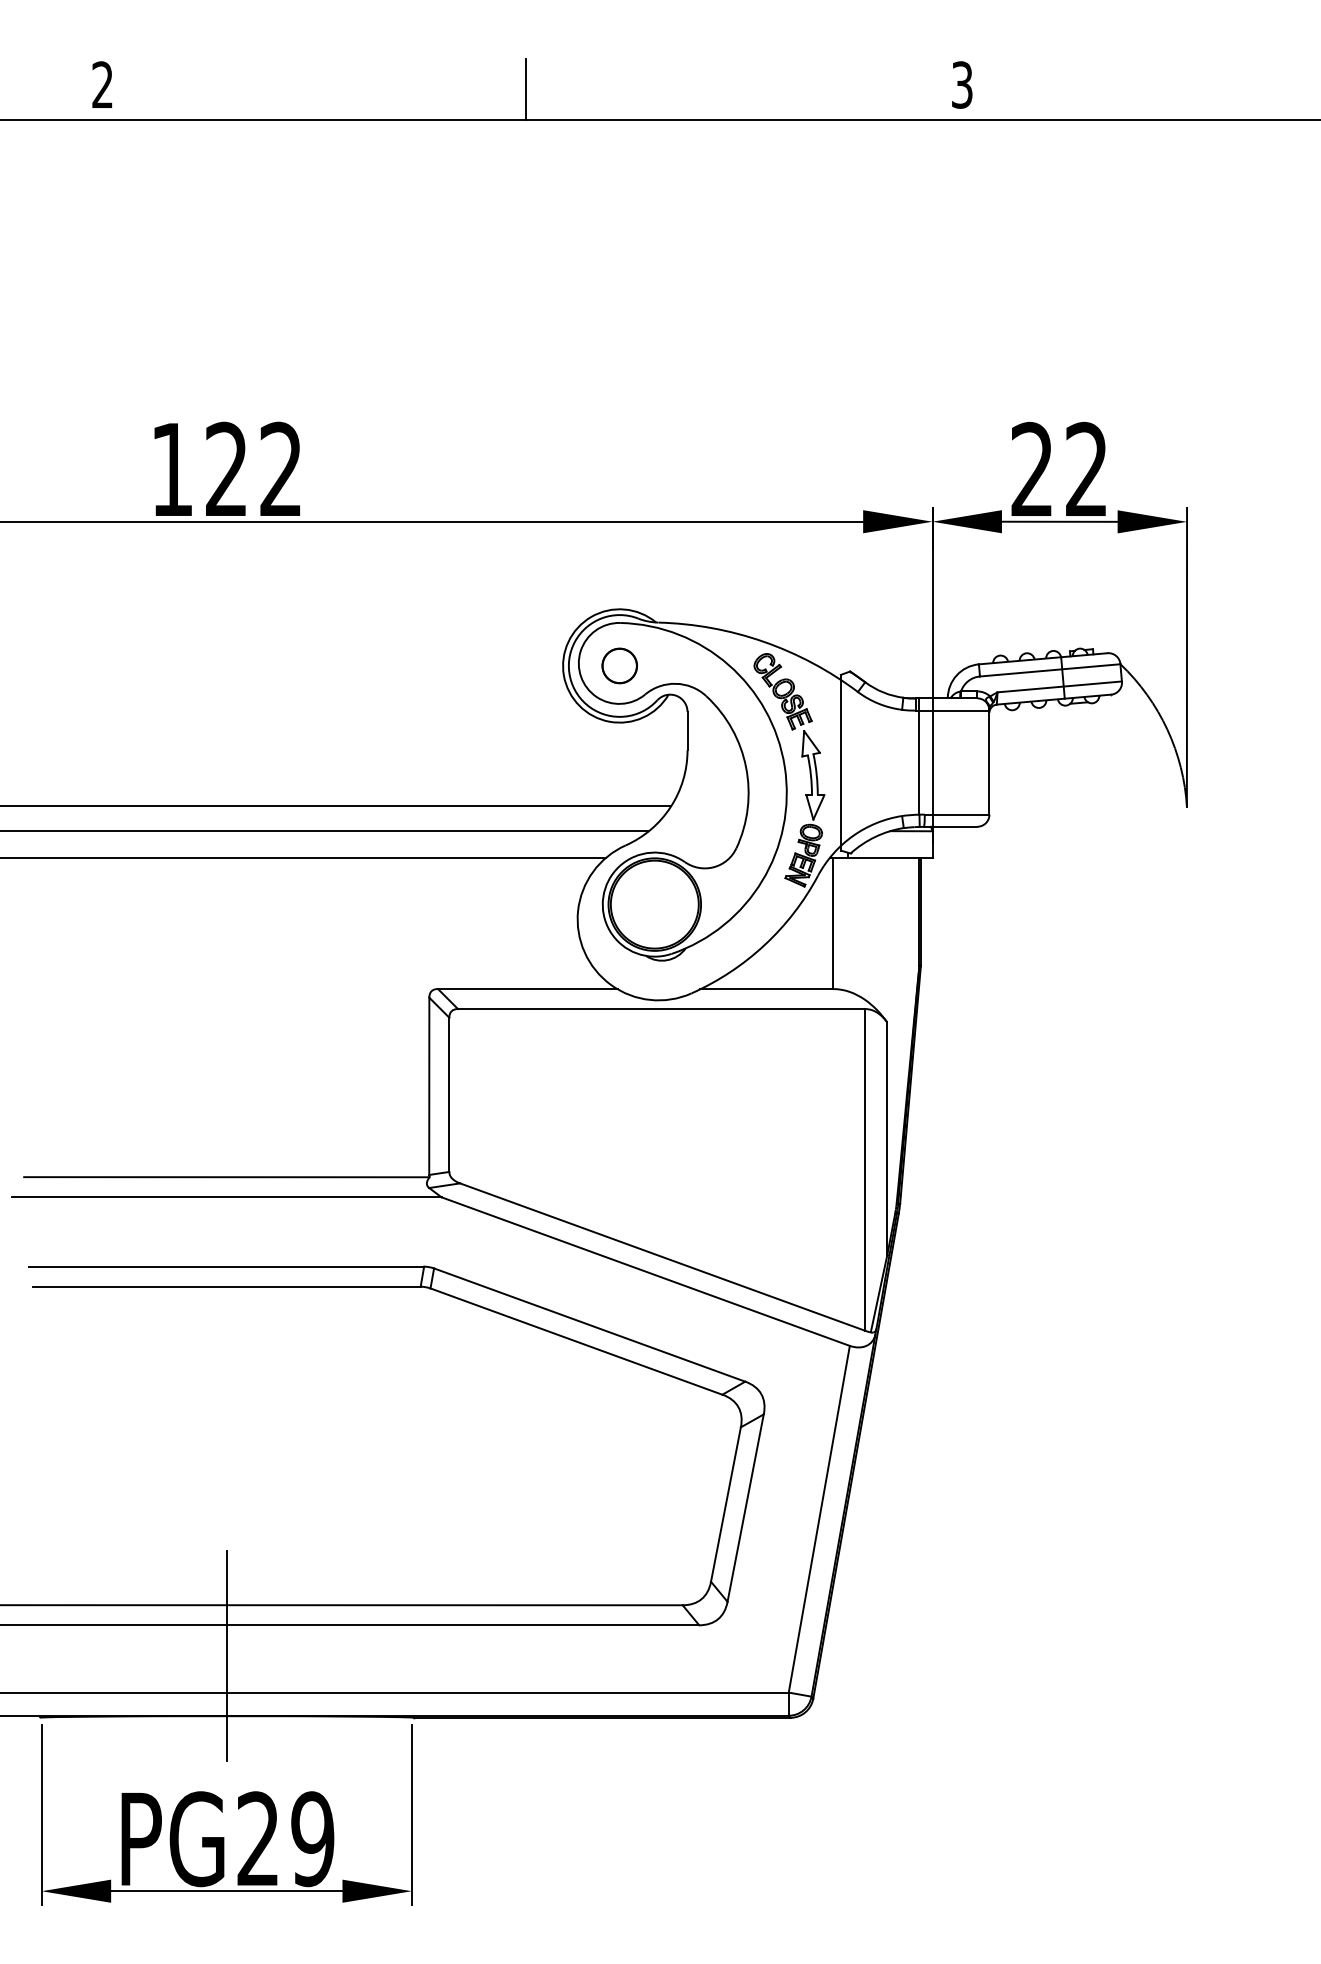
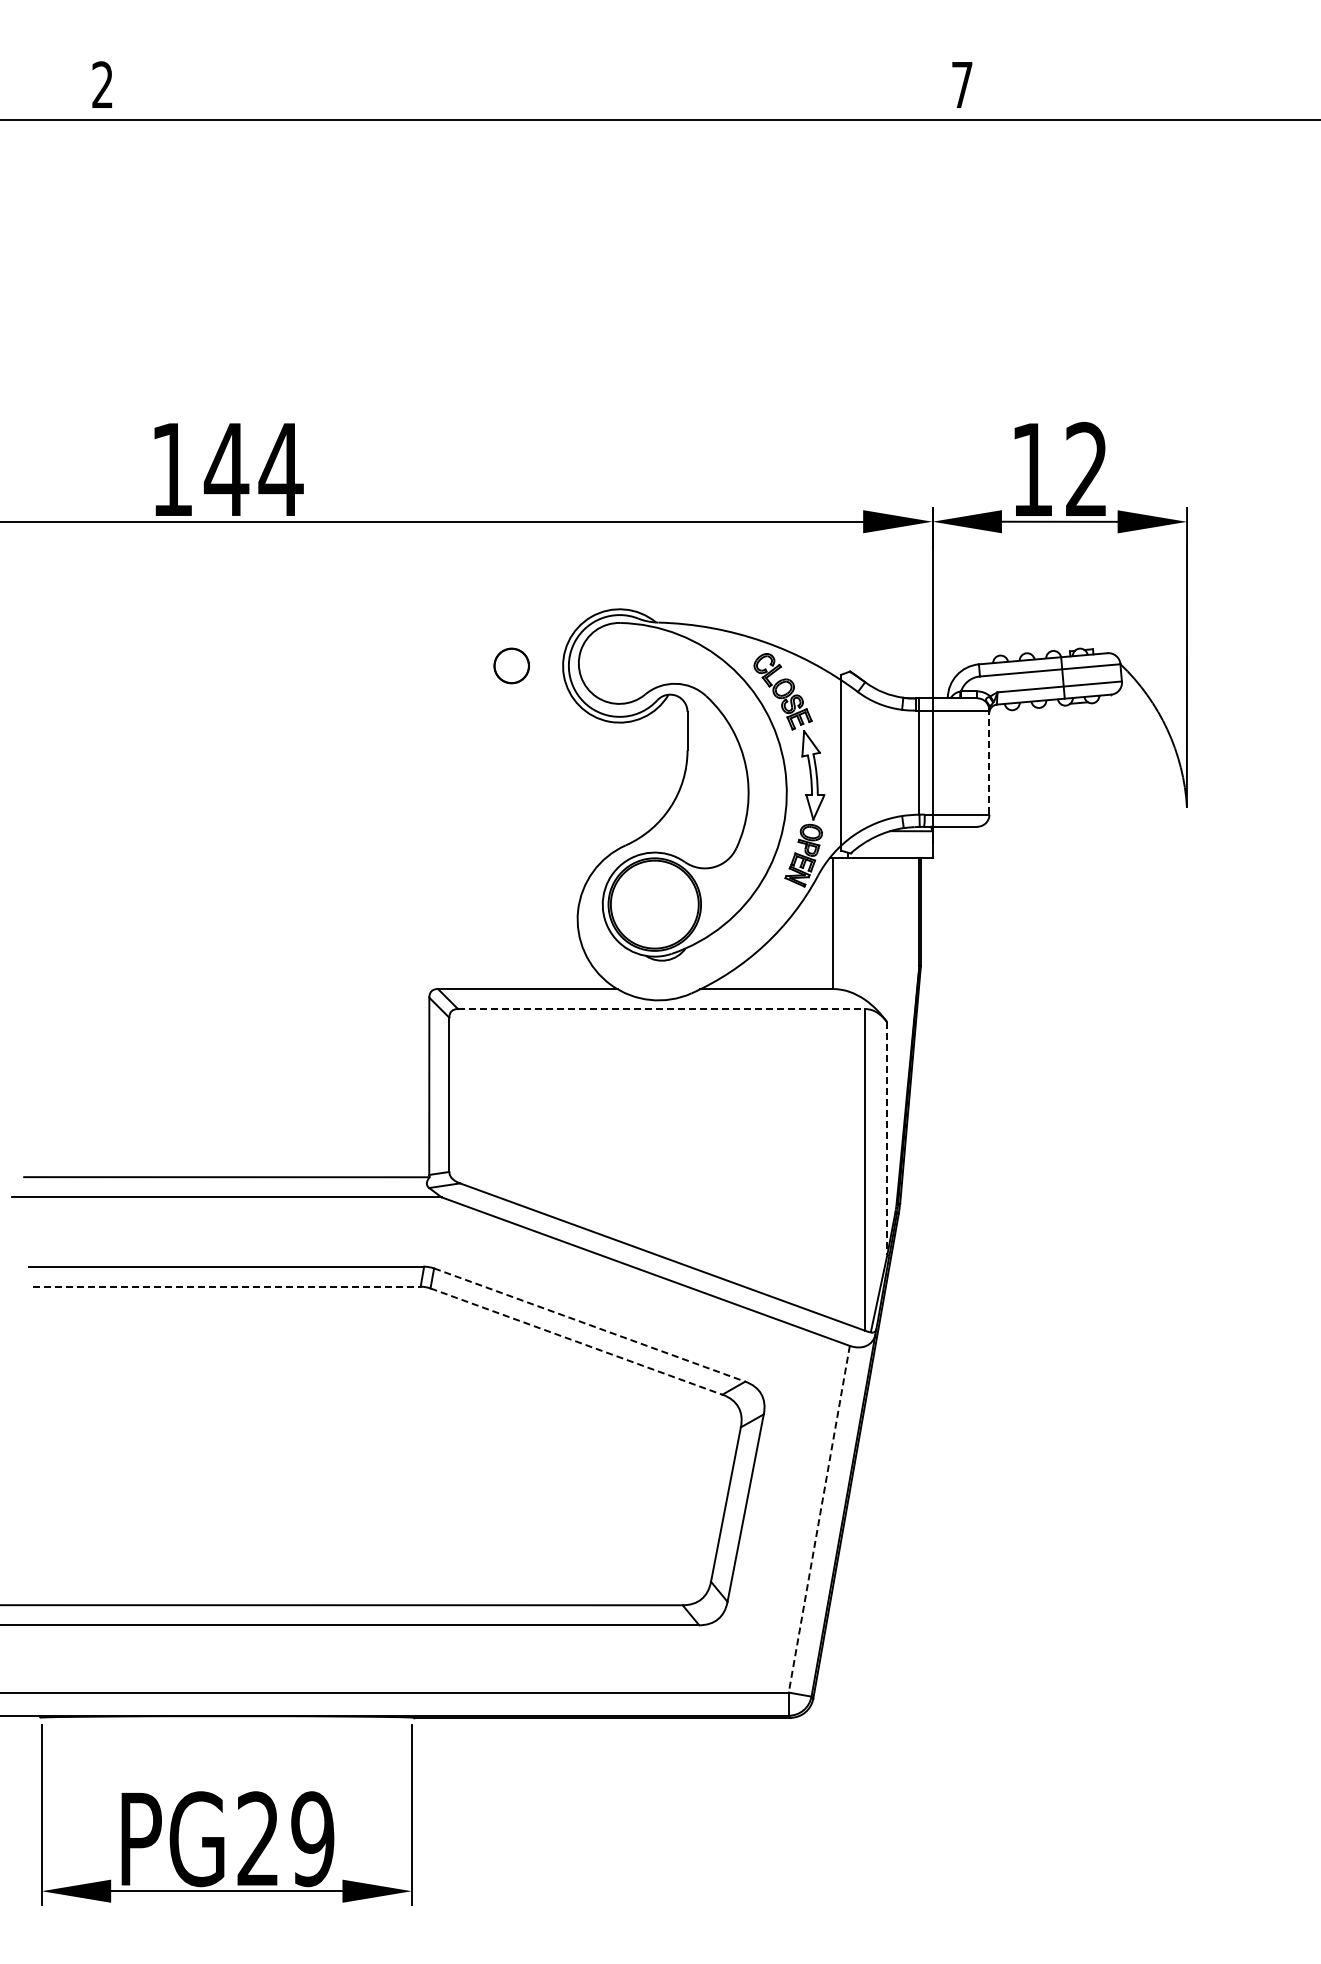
text at (962, 84): 3 -> 7
line at (526, 88): present -> none
text at (253, 468): 122 -> 144
text at (1031, 468): 22 -> 12
part at (619, 665) position: (619, 665) -> (511, 665)
line at (989, 761): solid -> dashed
line at (336, 806): present -> none
line at (325, 831): present -> none
line at (304, 858): present -> none
line at (661, 1009): solid -> dashed
line at (887, 1139): solid -> dashed
line at (226, 1286): solid -> dashed
line at (589, 1325): solid -> dashed
line at (576, 1341): solid -> dashed
line at (819, 1519): solid -> dashed
line at (226, 1656): present -> none
